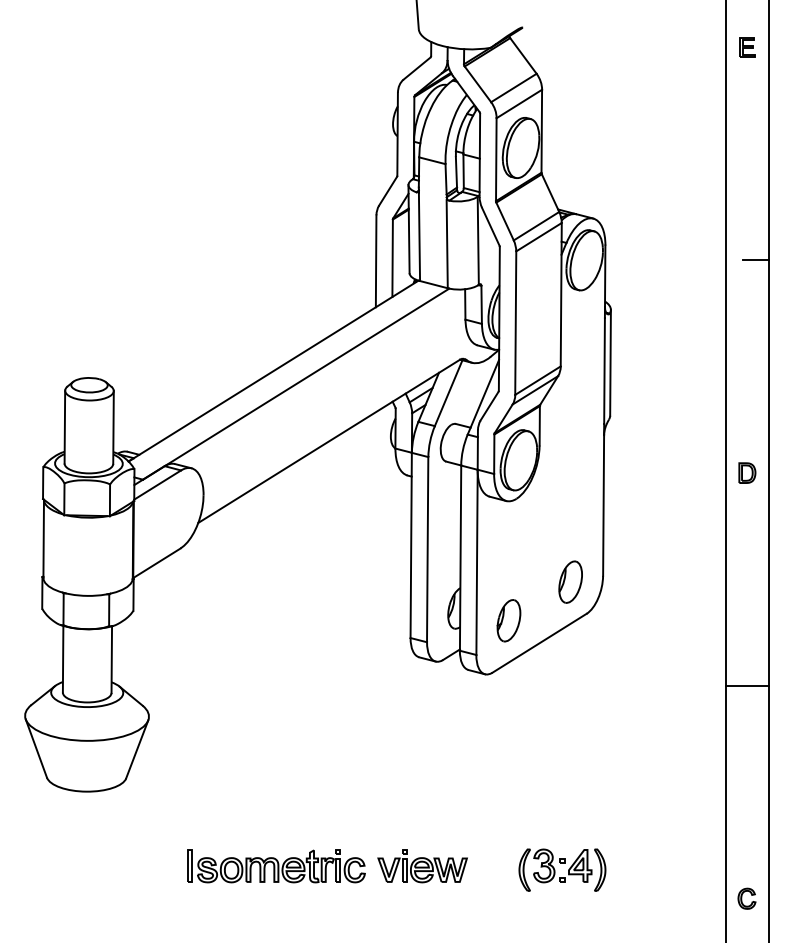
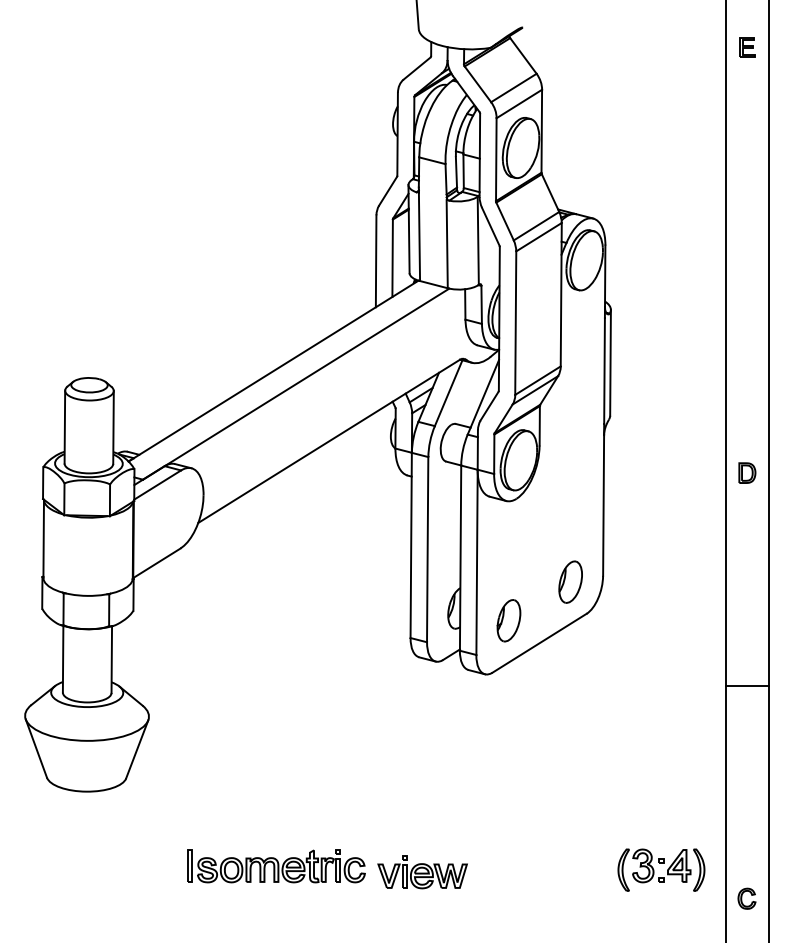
line at (756, 260): present -> none
part at (422, 866) position: (422, 866) -> (422, 872)
part at (562, 869) position: (562, 869) -> (661, 869)
